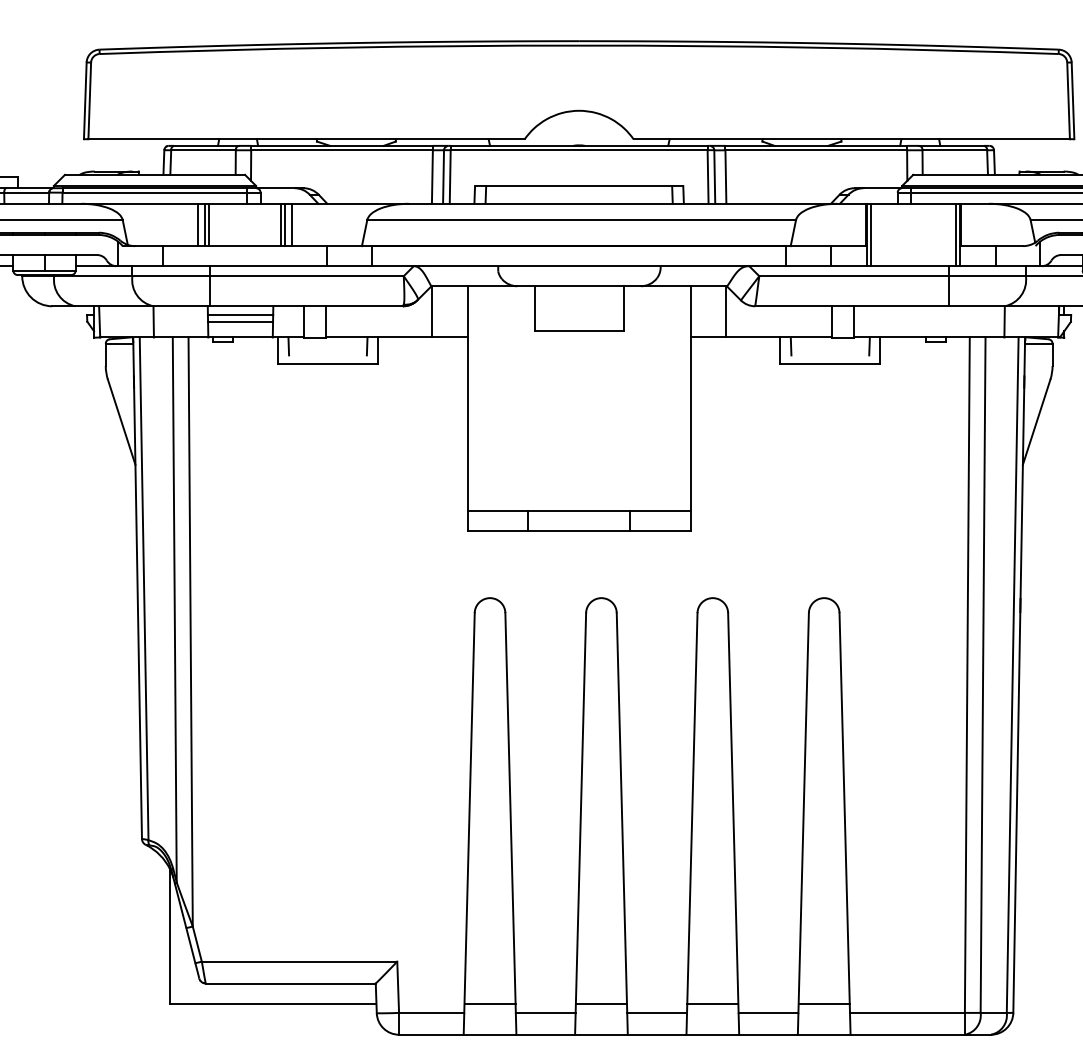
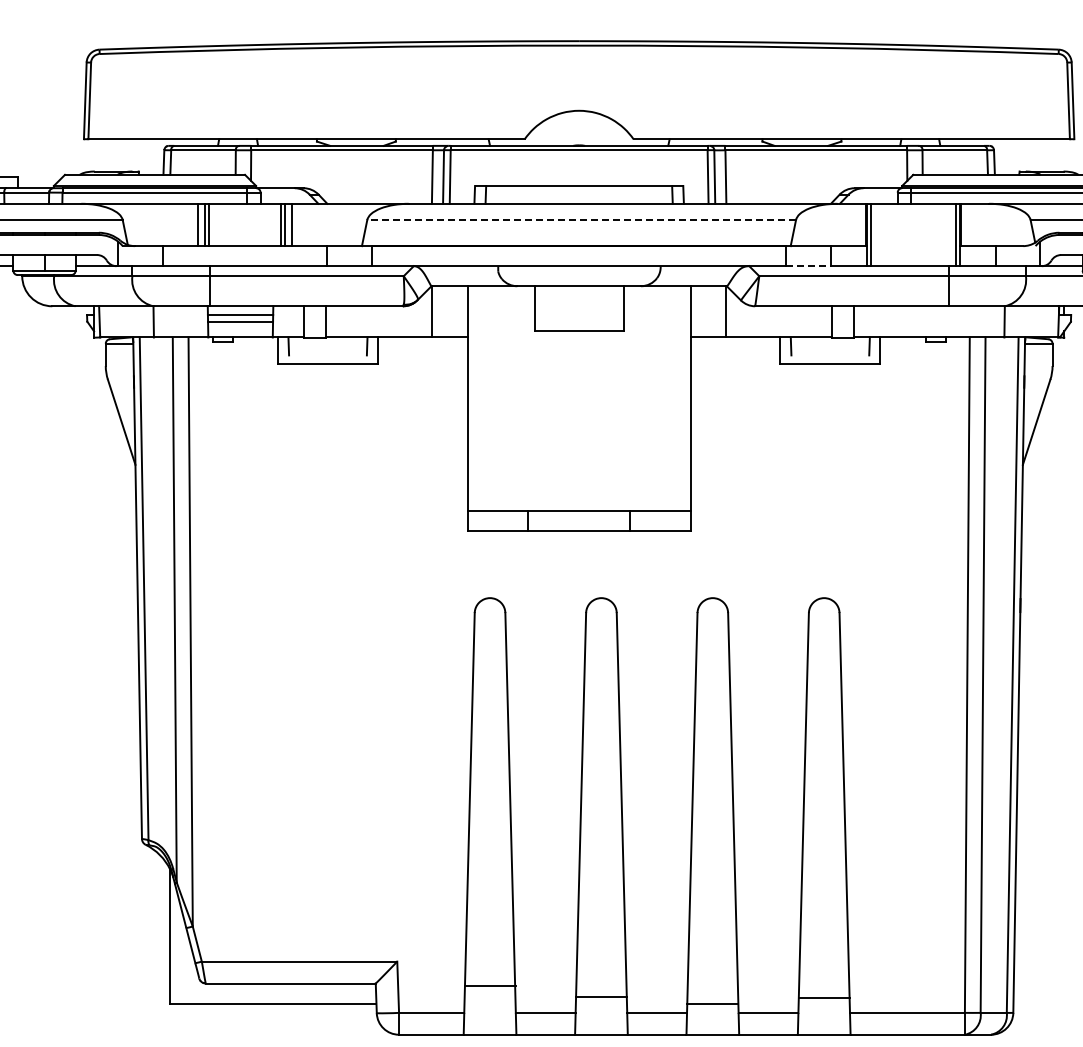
line at (581, 220): solid -> dashed
line at (809, 266): solid -> dashed
line at (489, 1003) position: (489, 1003) -> (489, 985)
line at (600, 1003) position: (600, 1003) -> (600, 996)
line at (823, 1003) position: (823, 1003) -> (823, 997)
